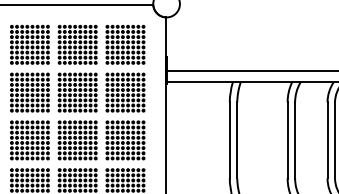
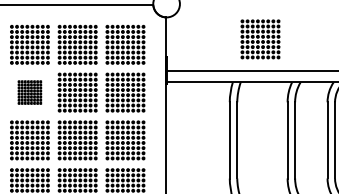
part at (260, 39): none -> present
part at (29, 92) size: 40x41 px -> 26x25 px
